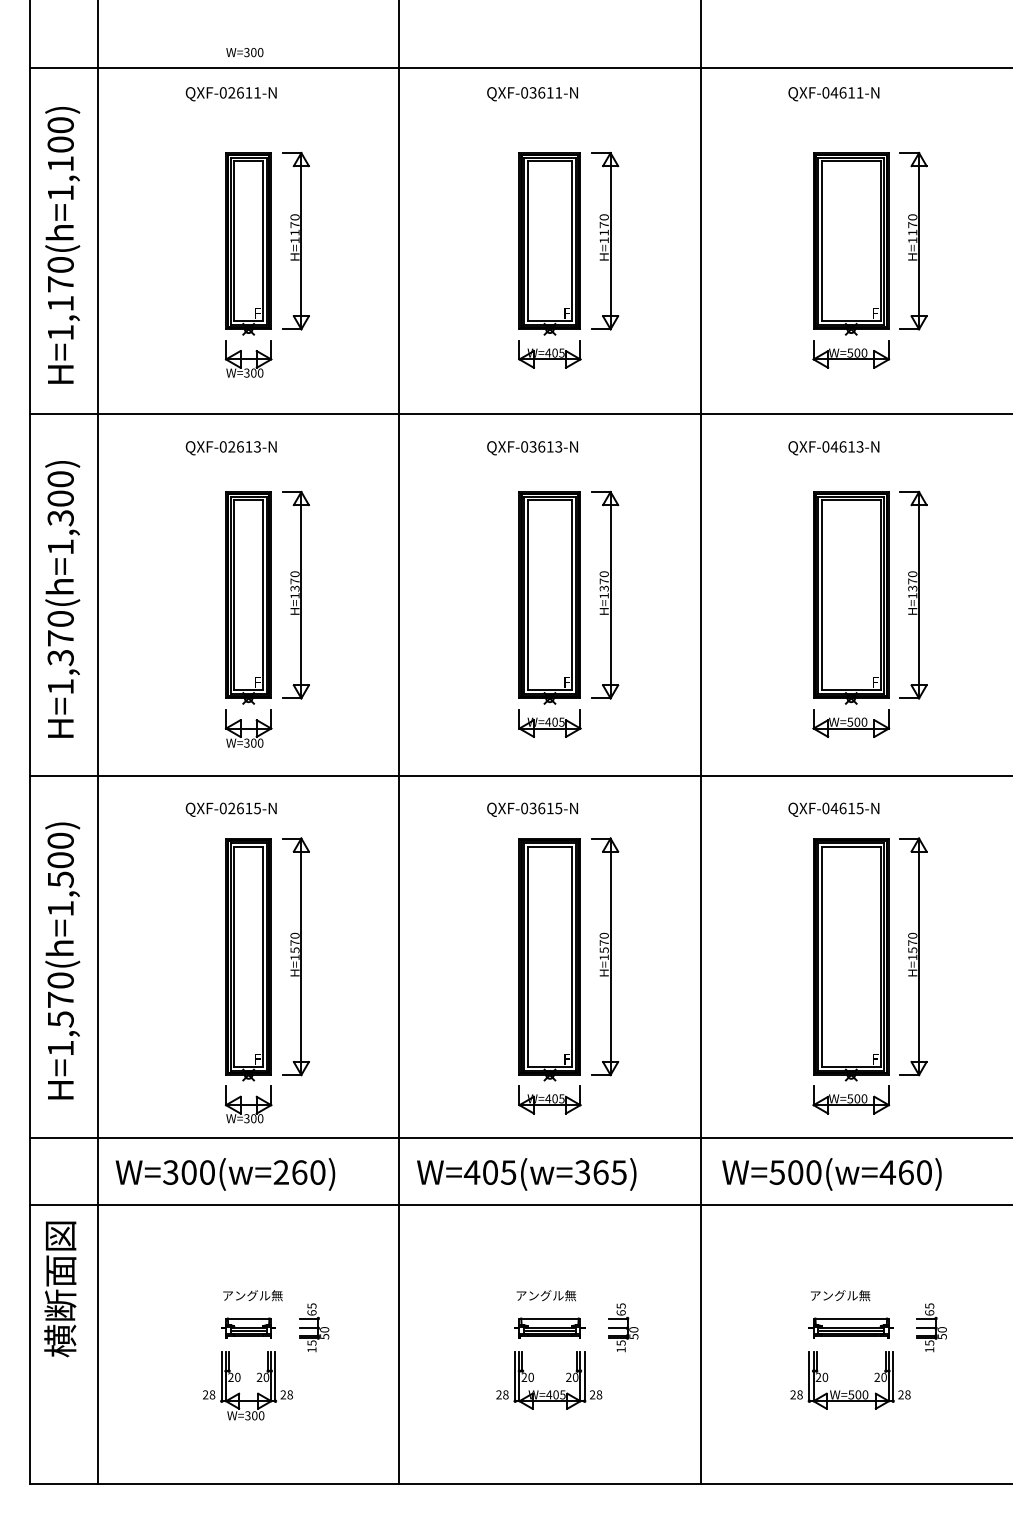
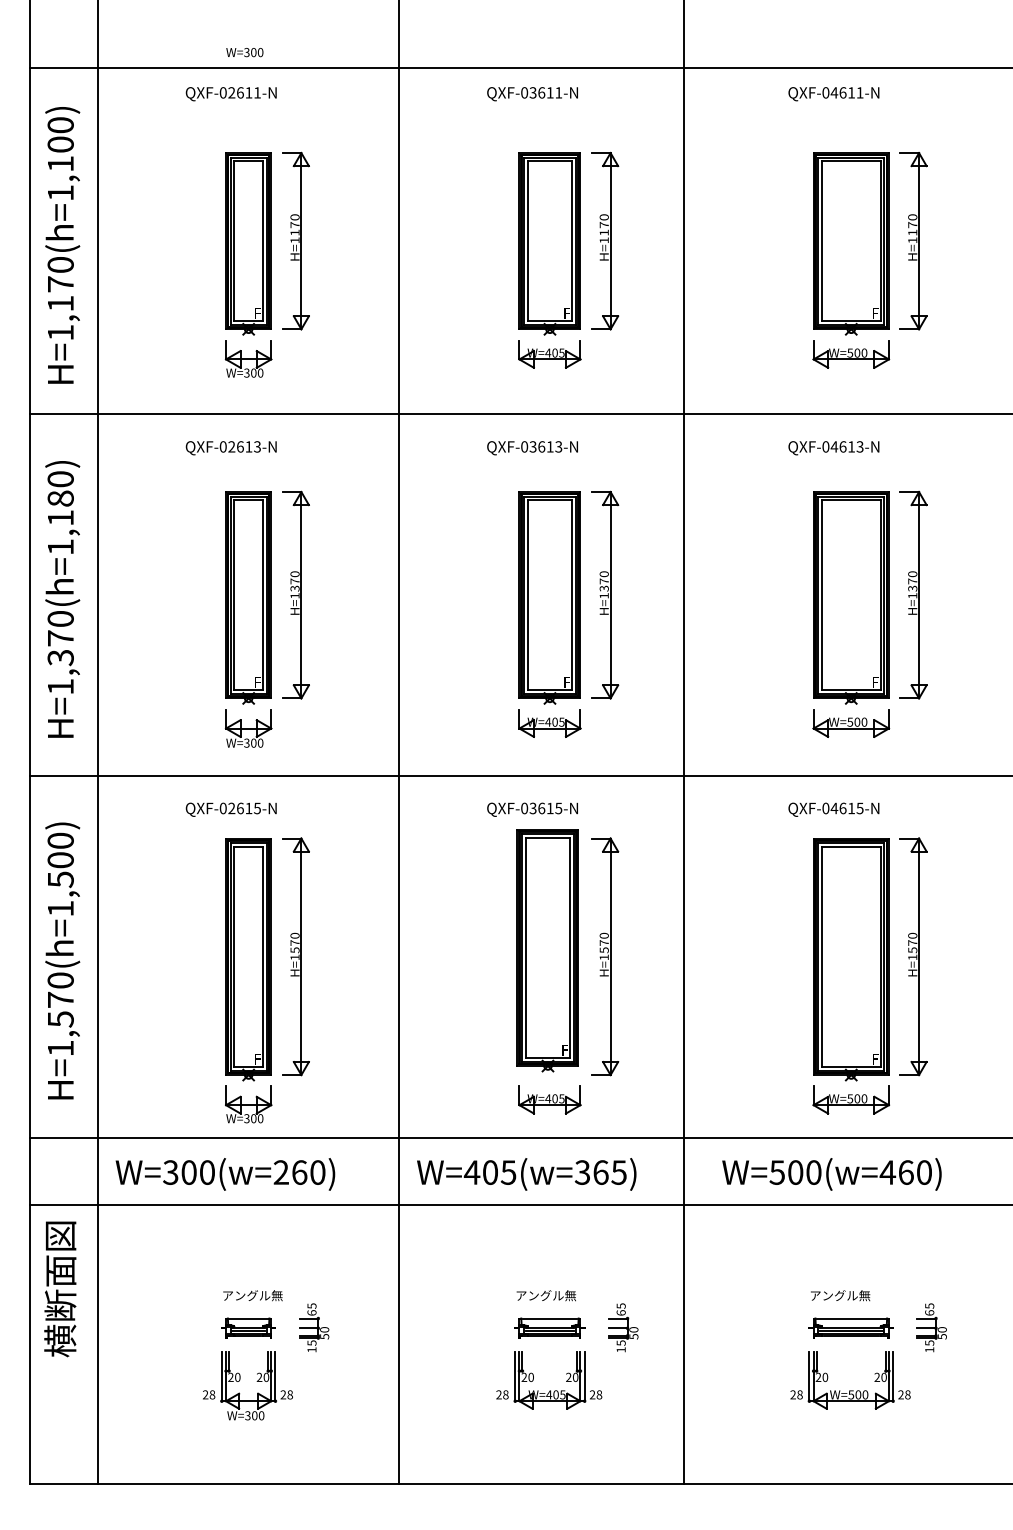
text at (60, 508): H=1,370(h=1,300) -> H=1,370(h=1,180)
line at (700, 743) position: (700, 743) -> (683, 743)
part at (549, 959) position: (549, 959) -> (547, 950)
